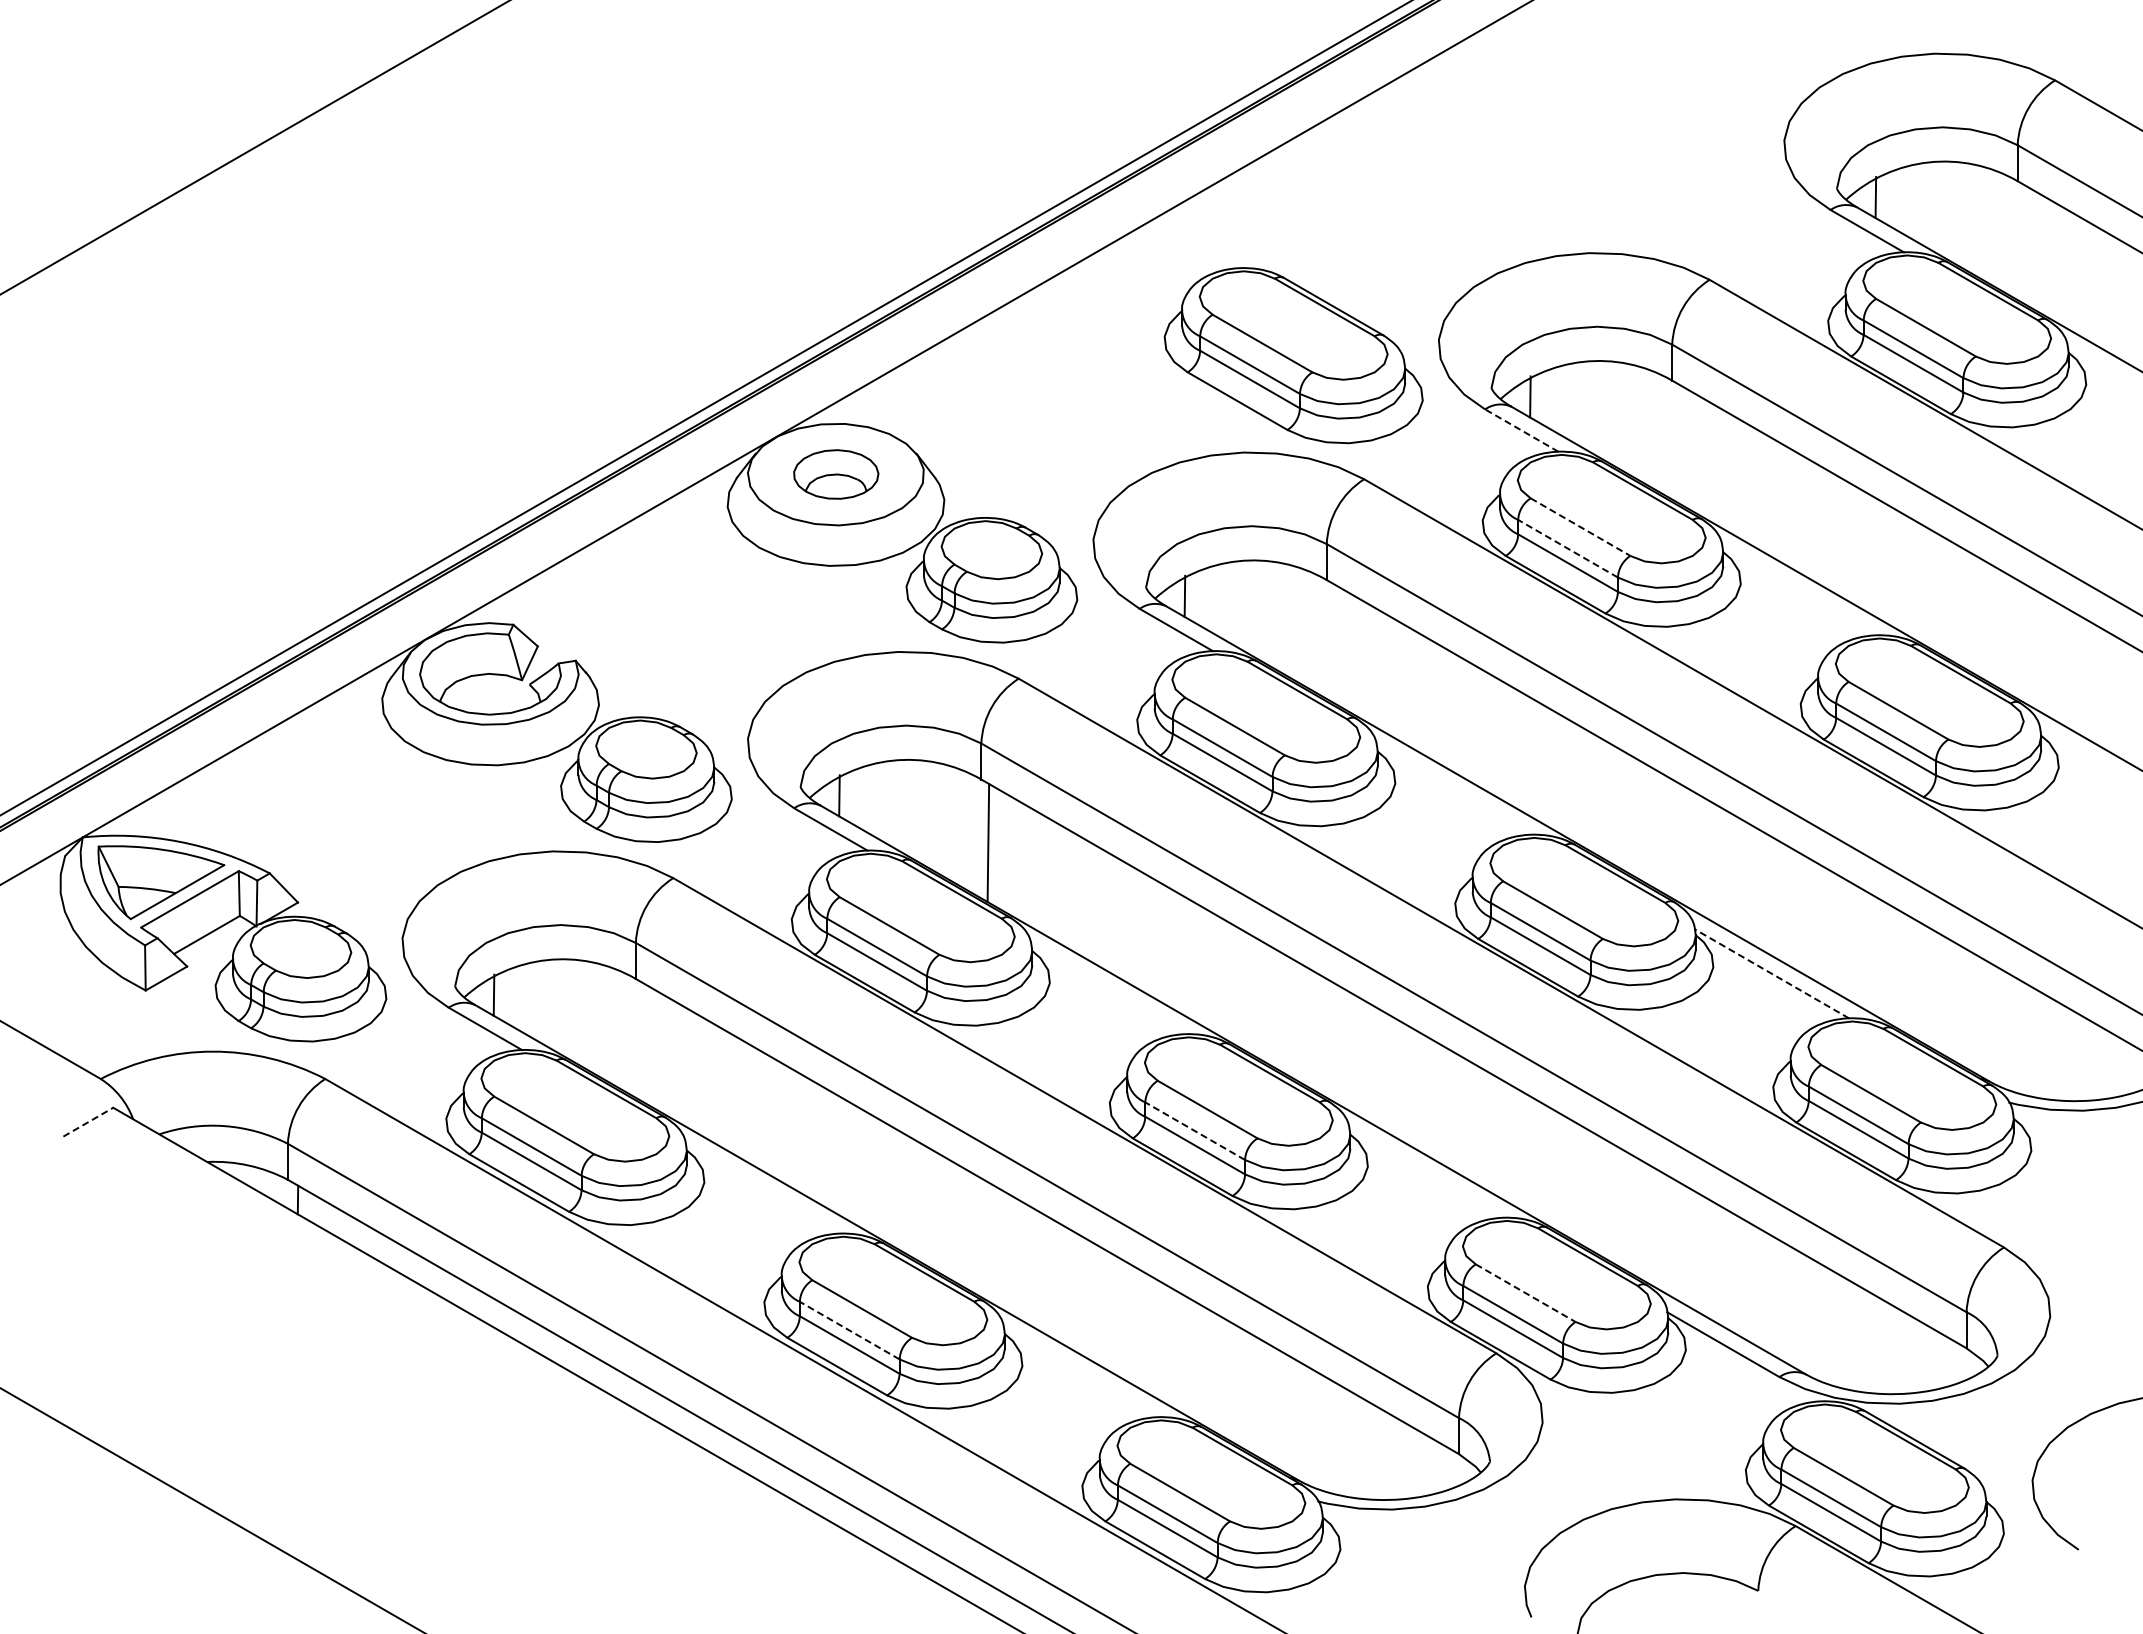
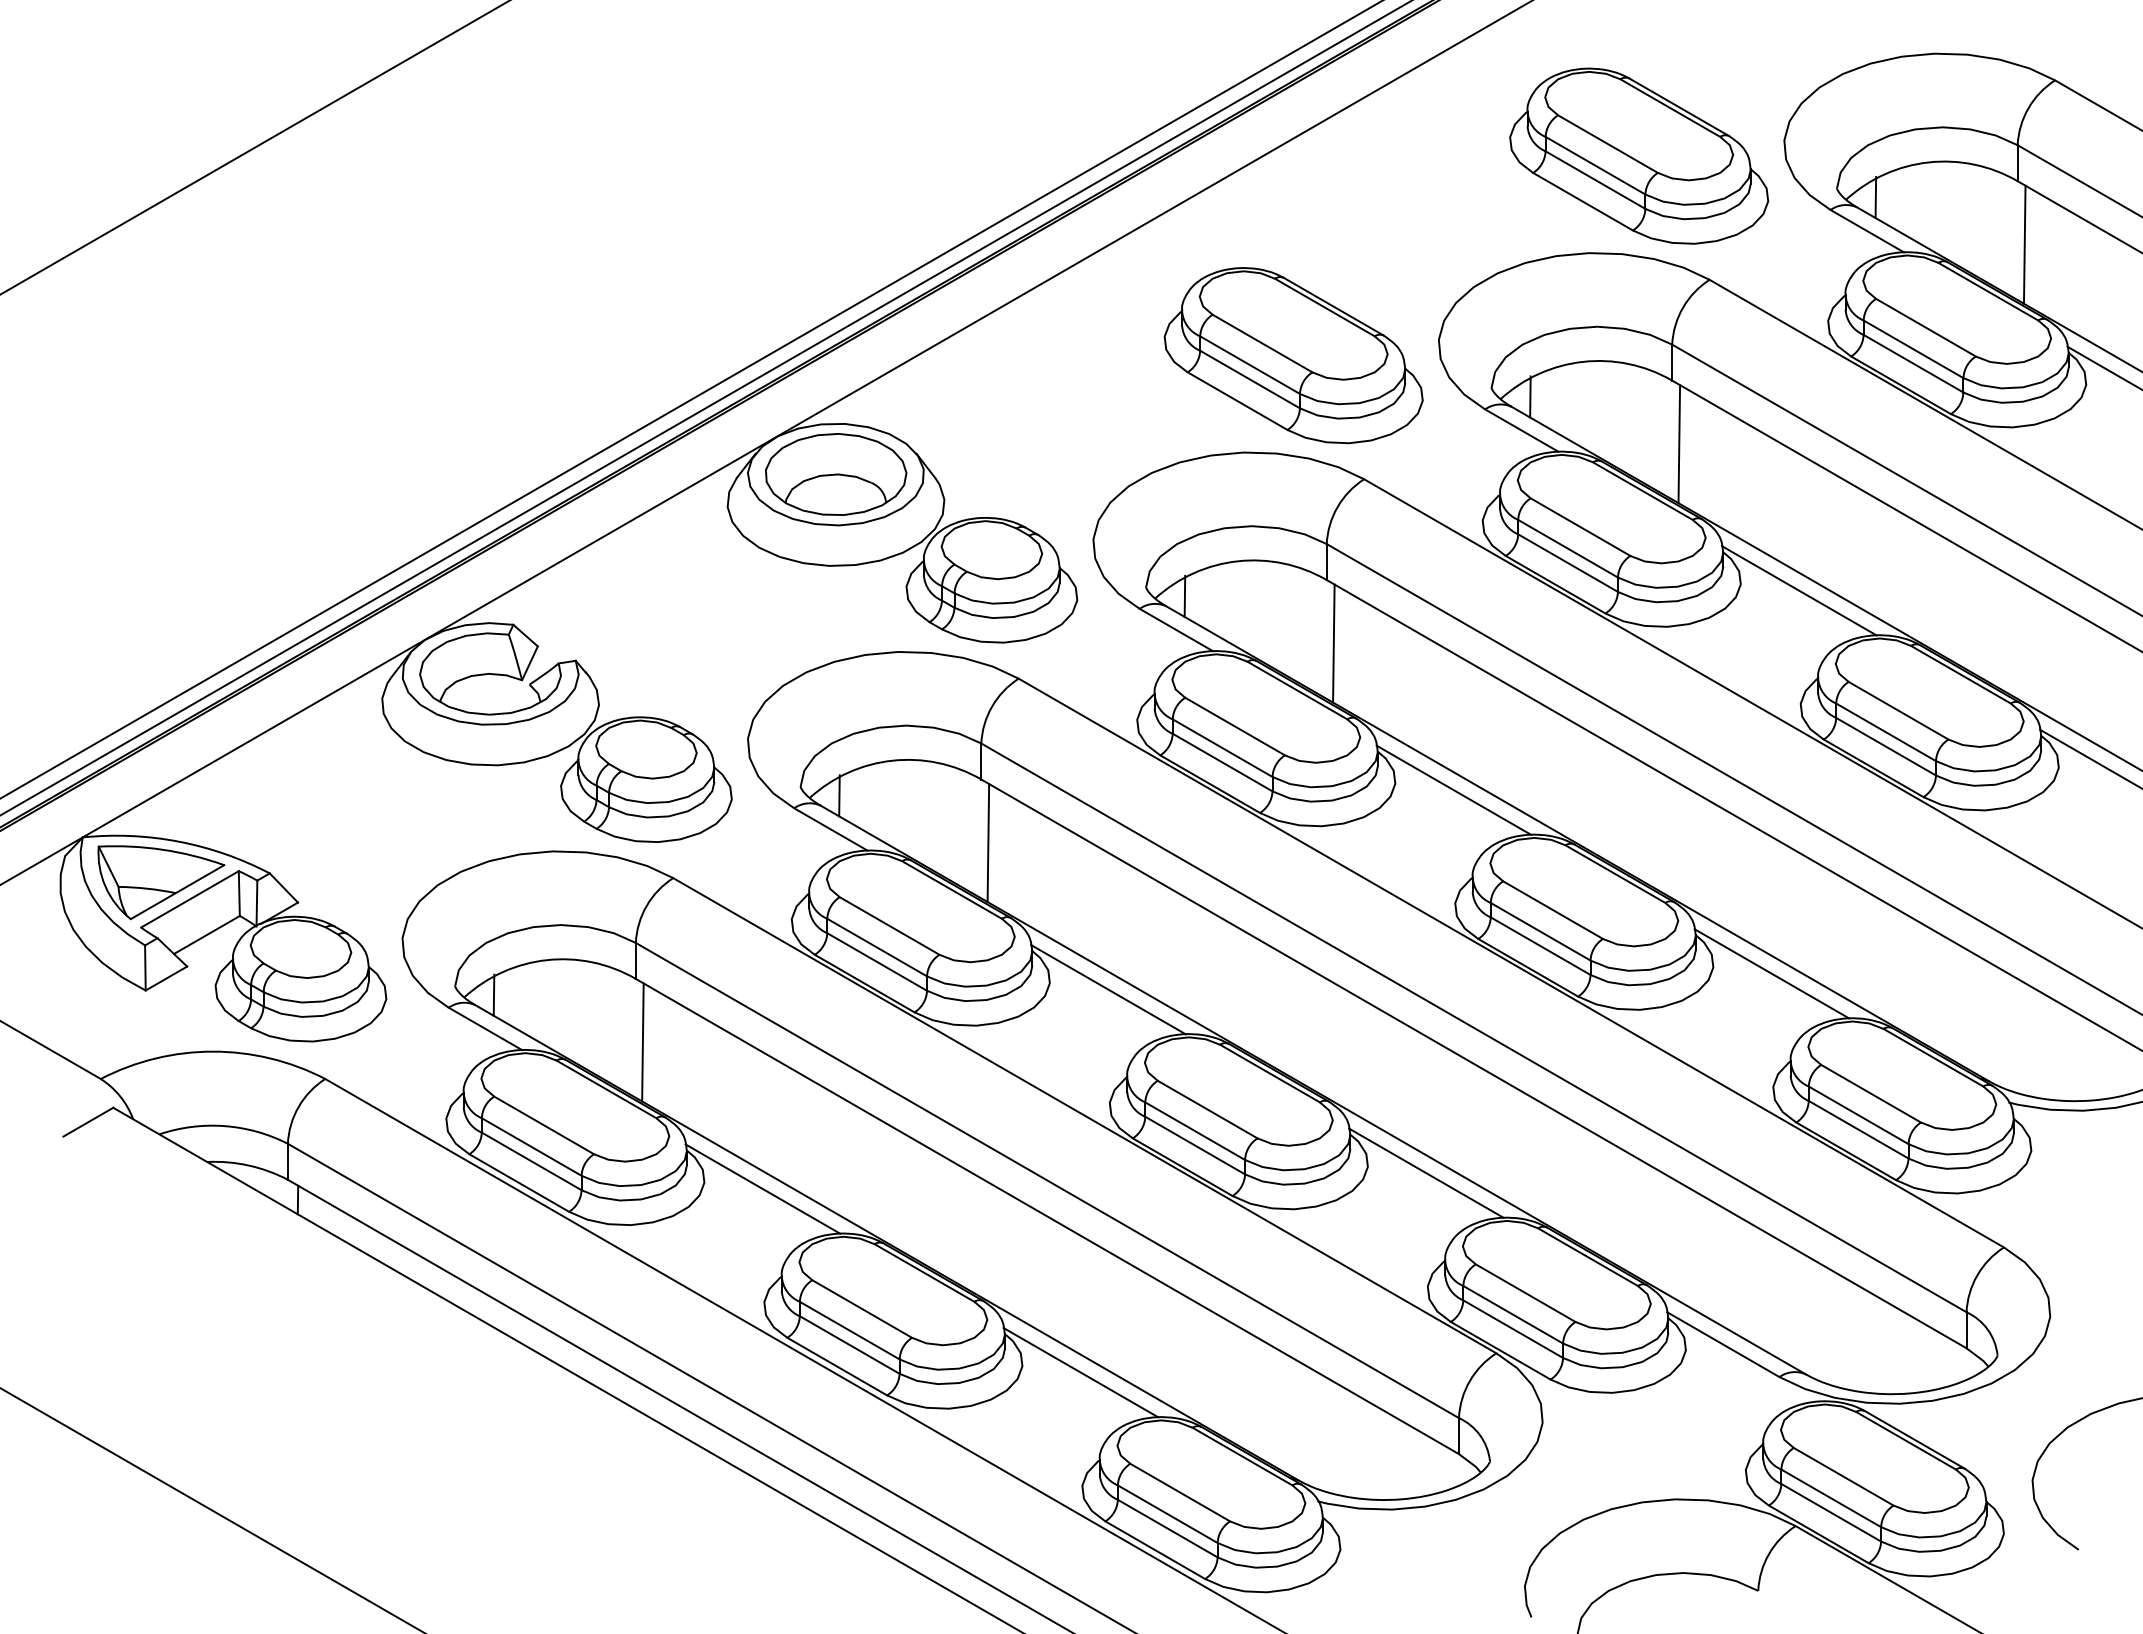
part at (1639, 155): none -> present
line at (2024, 244): none -> present
line at (2103, 367): none -> present
line at (690, 399): none -> present
line at (1521, 430): dashed -> solid
line at (1679, 444): none -> present
part at (836, 474) size: 87x51 px -> 143x83 px
line at (1580, 527): dashed -> solid
line at (1568, 548): dashed -> solid
line at (1799, 590): none -> present
line at (1333, 643): none -> present
line at (2089, 758): none -> present
line at (1453, 789): none -> present
line at (1771, 973): dashed -> solid
line at (1108, 989): none -> present
line at (642, 1042): none -> present
line at (88, 1122): dashed -> solid
line at (1195, 1131): dashed -> solid
line at (1426, 1172): none -> present
line at (762, 1188): none -> present
line at (1525, 1293): dashed -> solid
line at (849, 1330): dashed -> solid
line at (1080, 1372): none -> present
